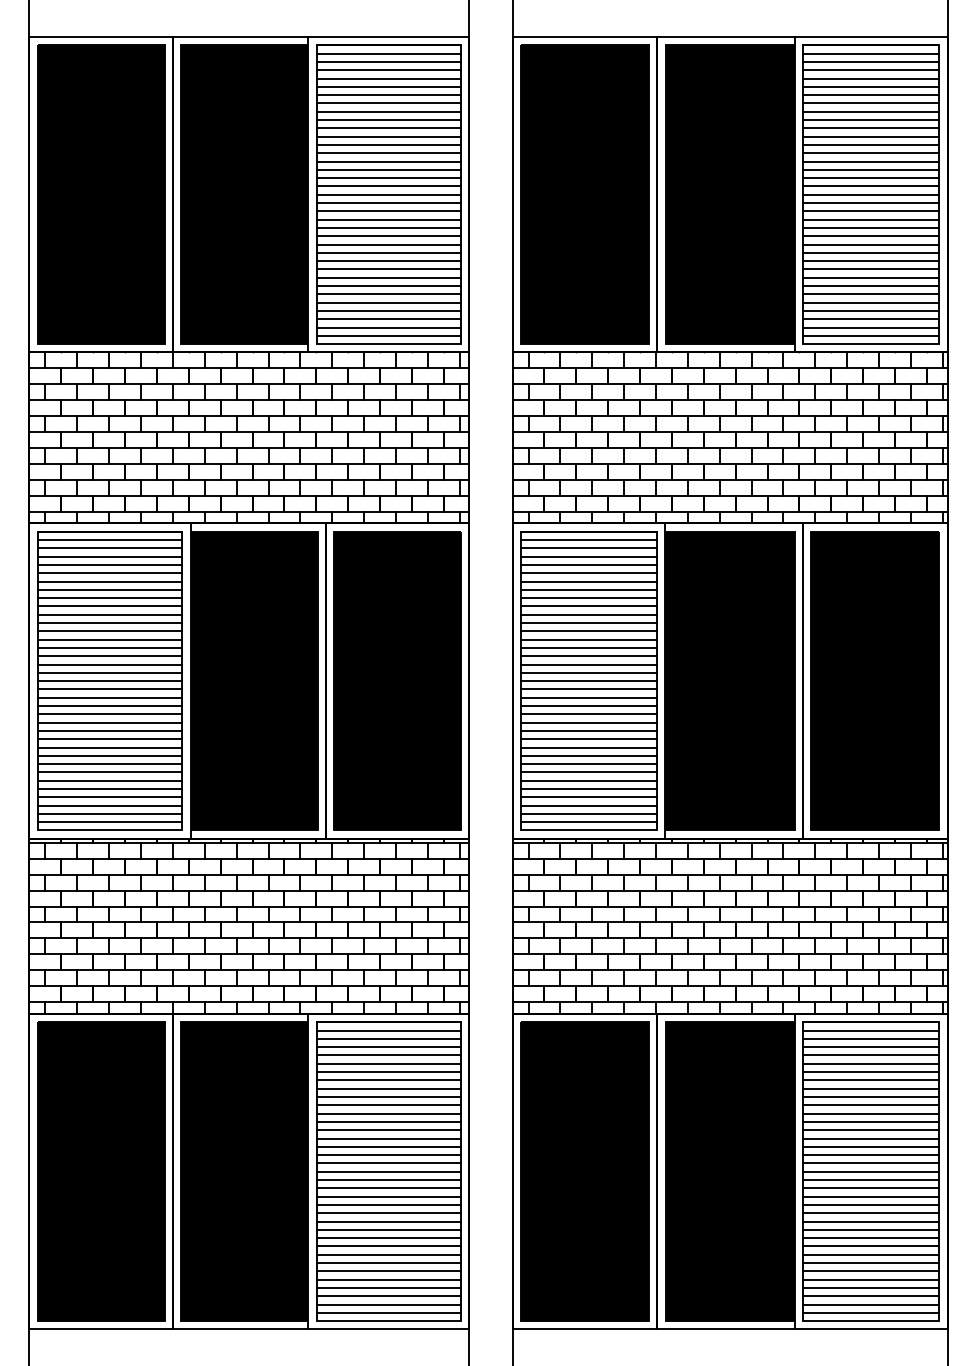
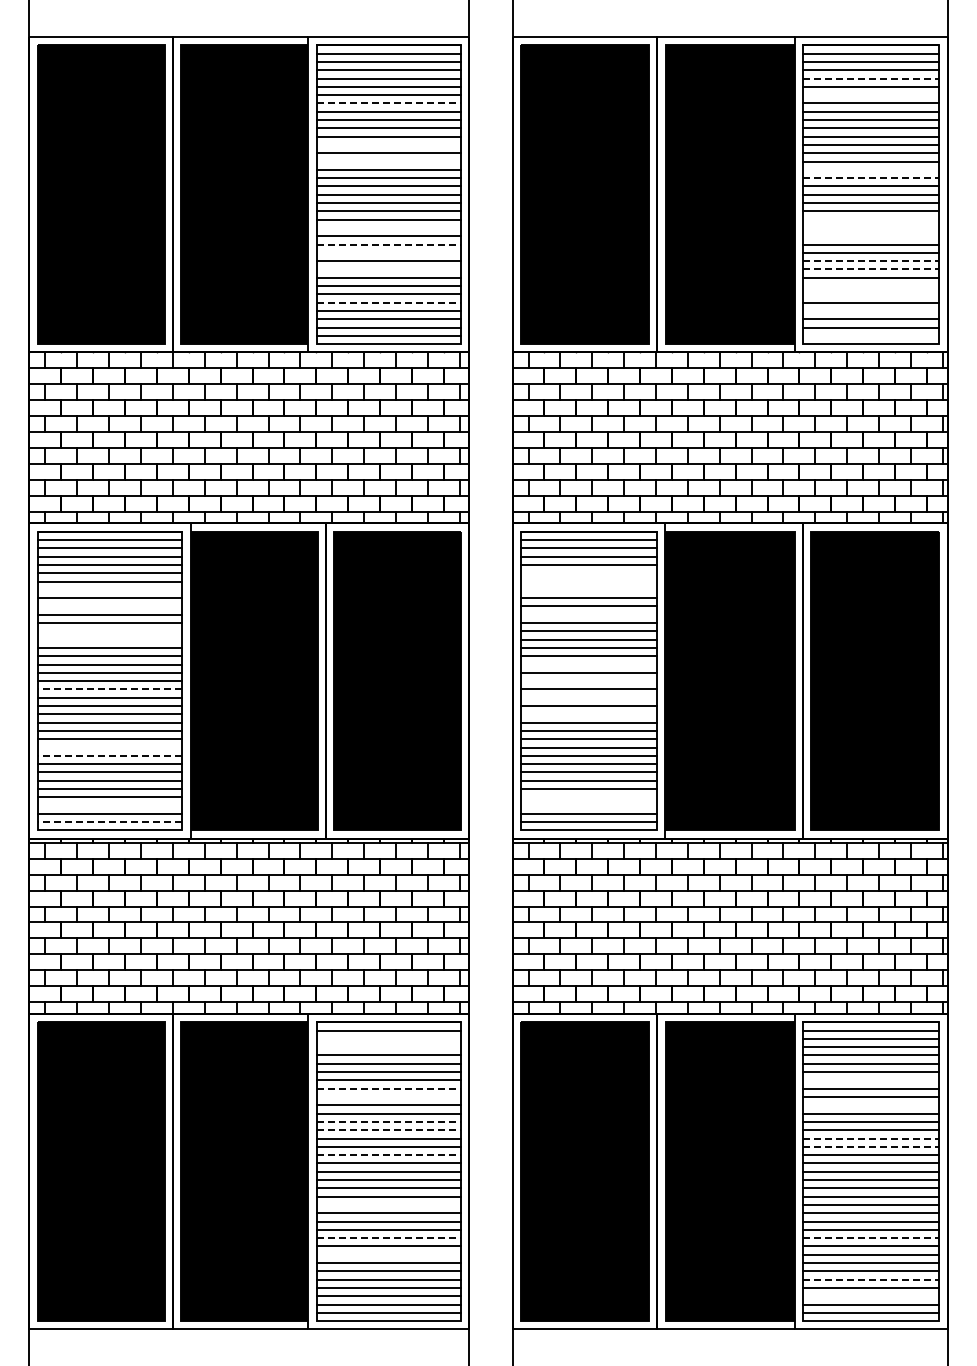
line at (871, 78): solid -> dashed
line at (871, 95): present -> none
line at (389, 103): solid -> dashed
line at (388, 144): present -> none
line at (388, 161): present -> none
line at (871, 169): present -> none
line at (871, 178): solid -> dashed
line at (871, 219): present -> none
line at (388, 227): present -> none
line at (871, 227): present -> none
line at (871, 236): present -> none
line at (389, 244): solid -> dashed
line at (388, 252): present -> none
line at (871, 261): solid -> dashed
line at (388, 269): present -> none
line at (871, 269): solid -> dashed
line at (871, 286): present -> none
line at (871, 294): present -> none
line at (389, 302): solid -> dashed
line at (871, 310): present -> none
line at (871, 335): present -> none
line at (588, 573): present -> none
line at (588, 581): present -> none
line at (109, 589): present -> none
line at (588, 589): present -> none
line at (109, 606): present -> none
line at (588, 614): present -> none
line at (109, 631): present -> none
line at (109, 639): present -> none
line at (588, 664): present -> none
line at (588, 681): present -> none
line at (109, 689): solid -> dashed
line at (588, 697): present -> none
line at (588, 714): present -> none
line at (109, 747): present -> none
line at (109, 755): solid -> dashed
line at (588, 797): present -> none
line at (109, 805): present -> none
line at (588, 805): present -> none
line at (109, 822): solid -> dashed
line at (388, 1038): present -> none
line at (388, 1047): present -> none
line at (871, 1080): present -> none
line at (389, 1088): solid -> dashed
line at (388, 1097): present -> none
line at (871, 1105): present -> none
line at (389, 1121): solid -> dashed
line at (389, 1130): solid -> dashed
line at (871, 1138): solid -> dashed
line at (871, 1146): solid -> dashed
line at (389, 1155): solid -> dashed
line at (388, 1204): present -> none
line at (389, 1238): solid -> dashed
line at (871, 1238): solid -> dashed
line at (388, 1254): present -> none
line at (871, 1279): solid -> dashed
line at (871, 1296): present -> none
